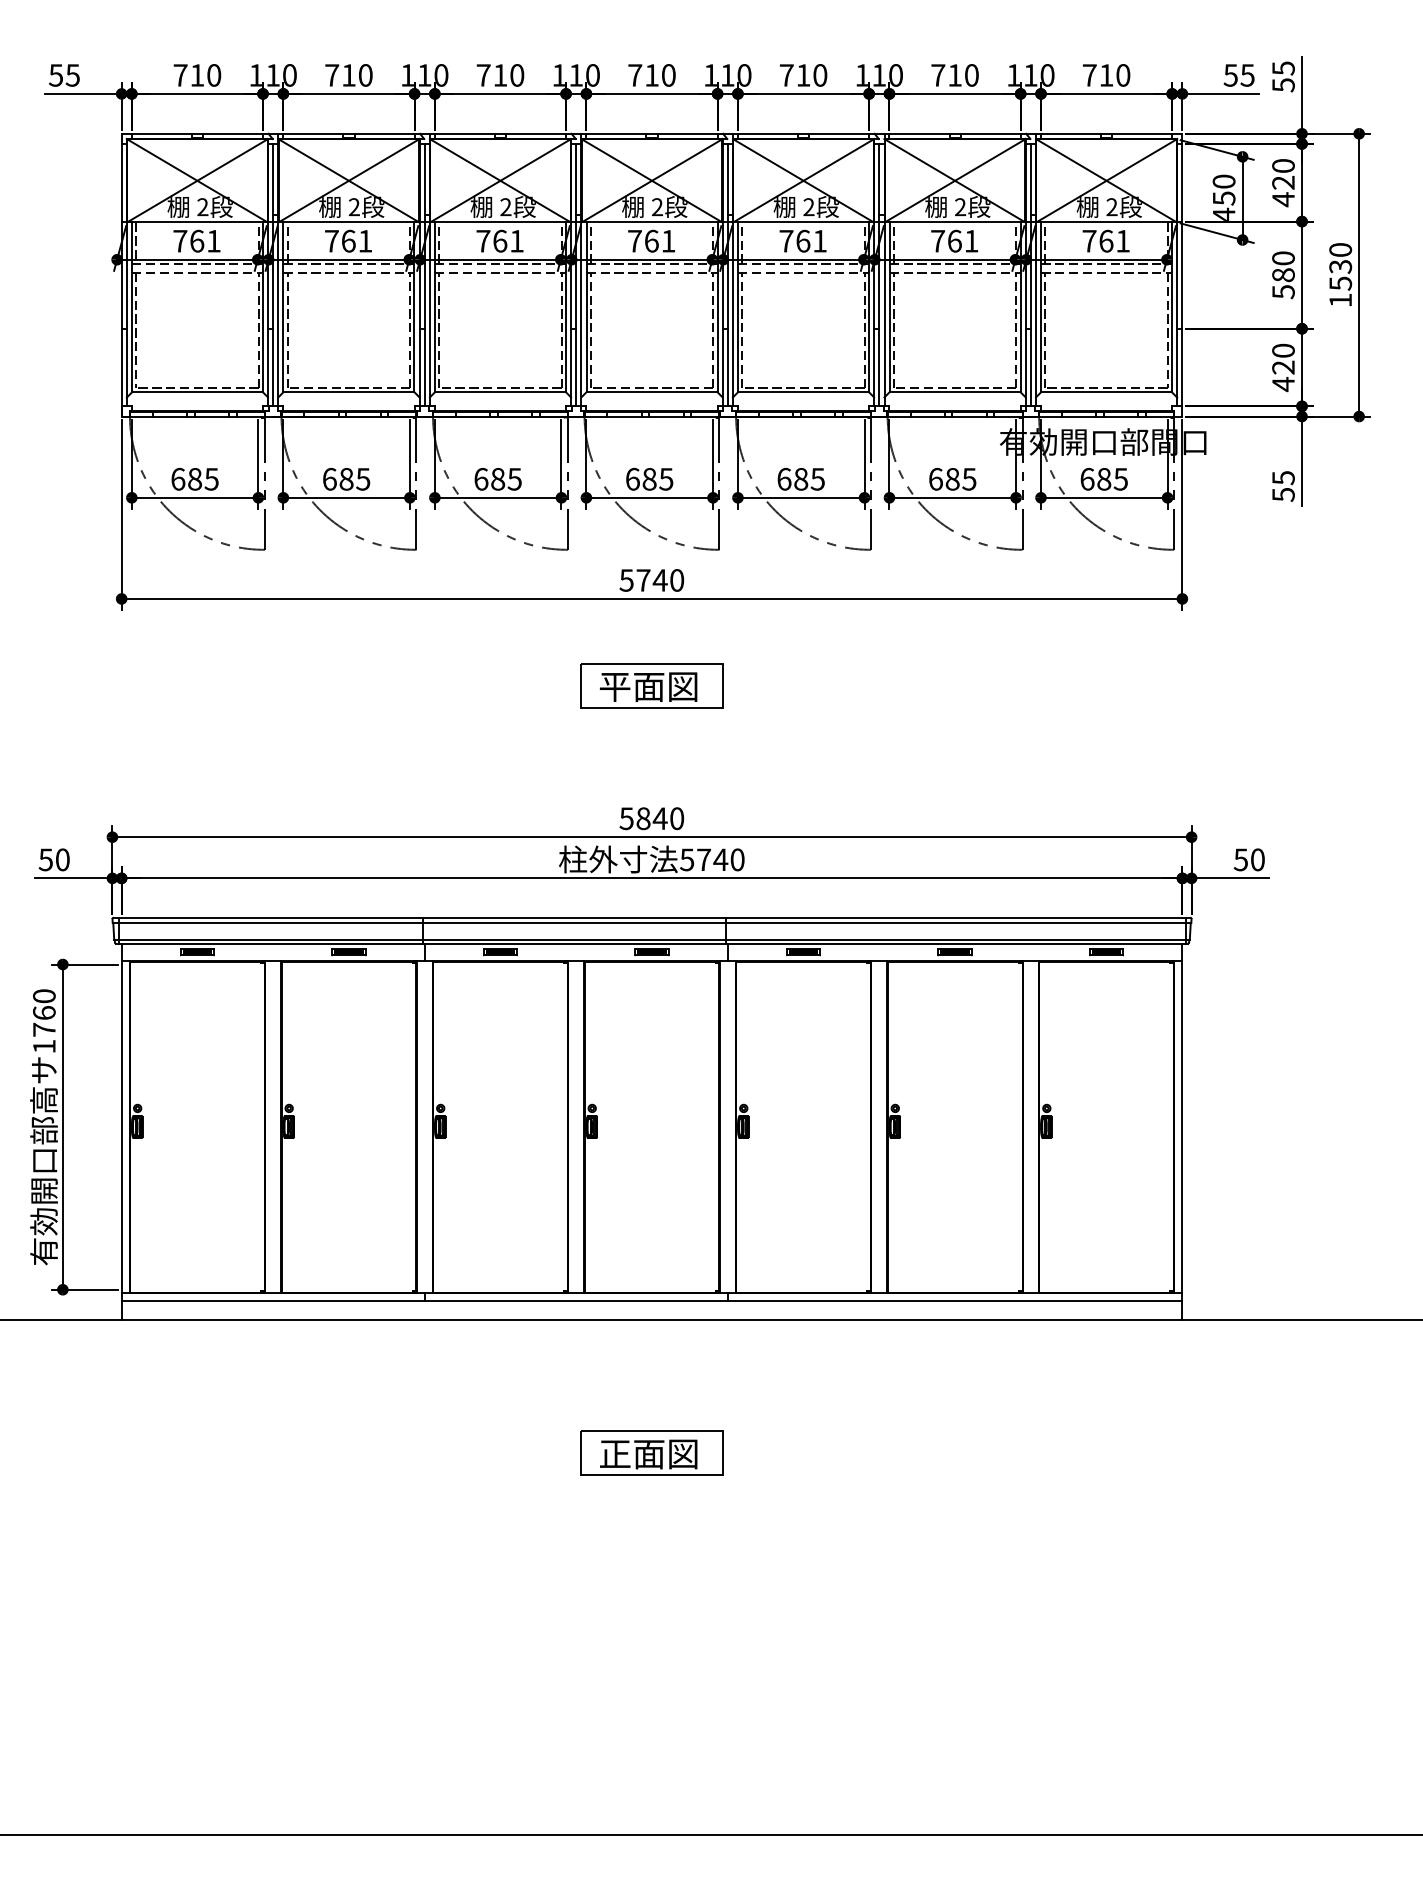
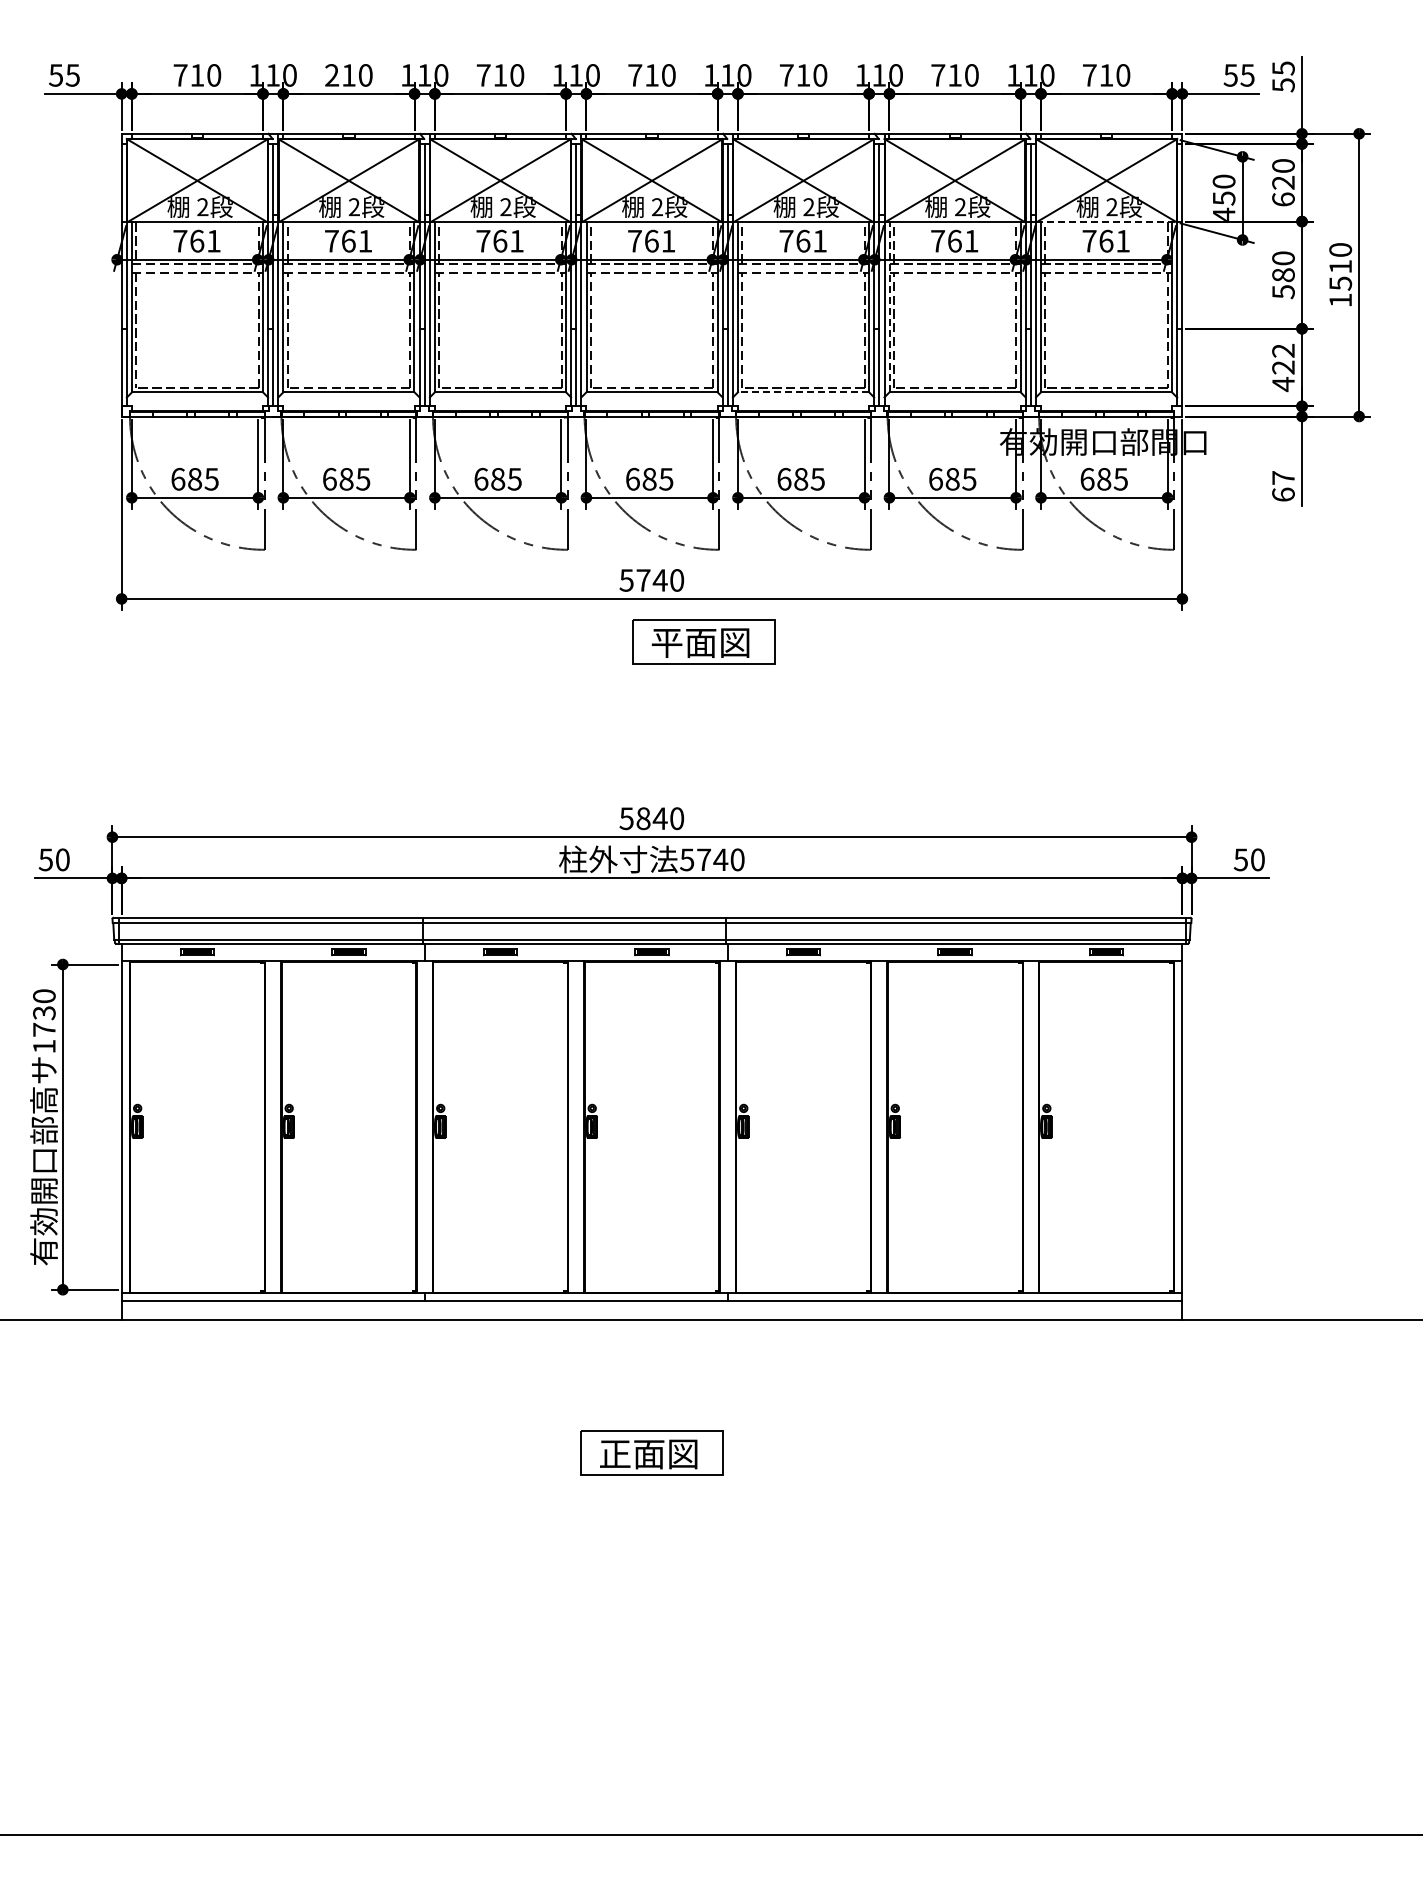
text at (332, 75): 710 -> 210
text at (1283, 199): 420 -> 620
line at (1107, 222): solid -> dashed
text at (1340, 266): 1530 -> 1510
line at (889, 307): solid -> dashed
text at (1283, 350): 420 -> 422
line at (803, 392): solid -> dashed
text at (1283, 486): 55 -> 67
part at (651, 685) position: (651, 685) -> (703, 641)
text at (44, 1013): 1760 -> 1730
